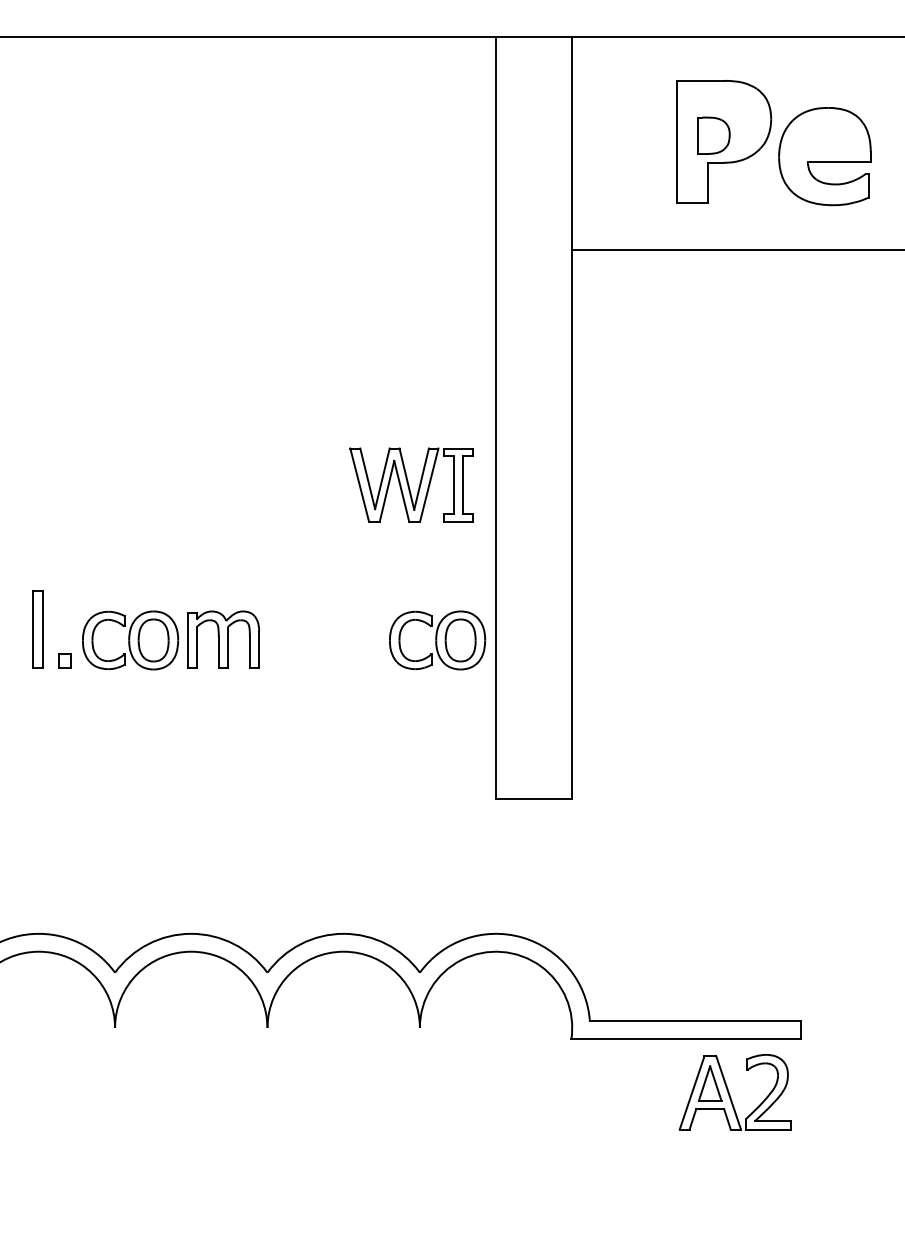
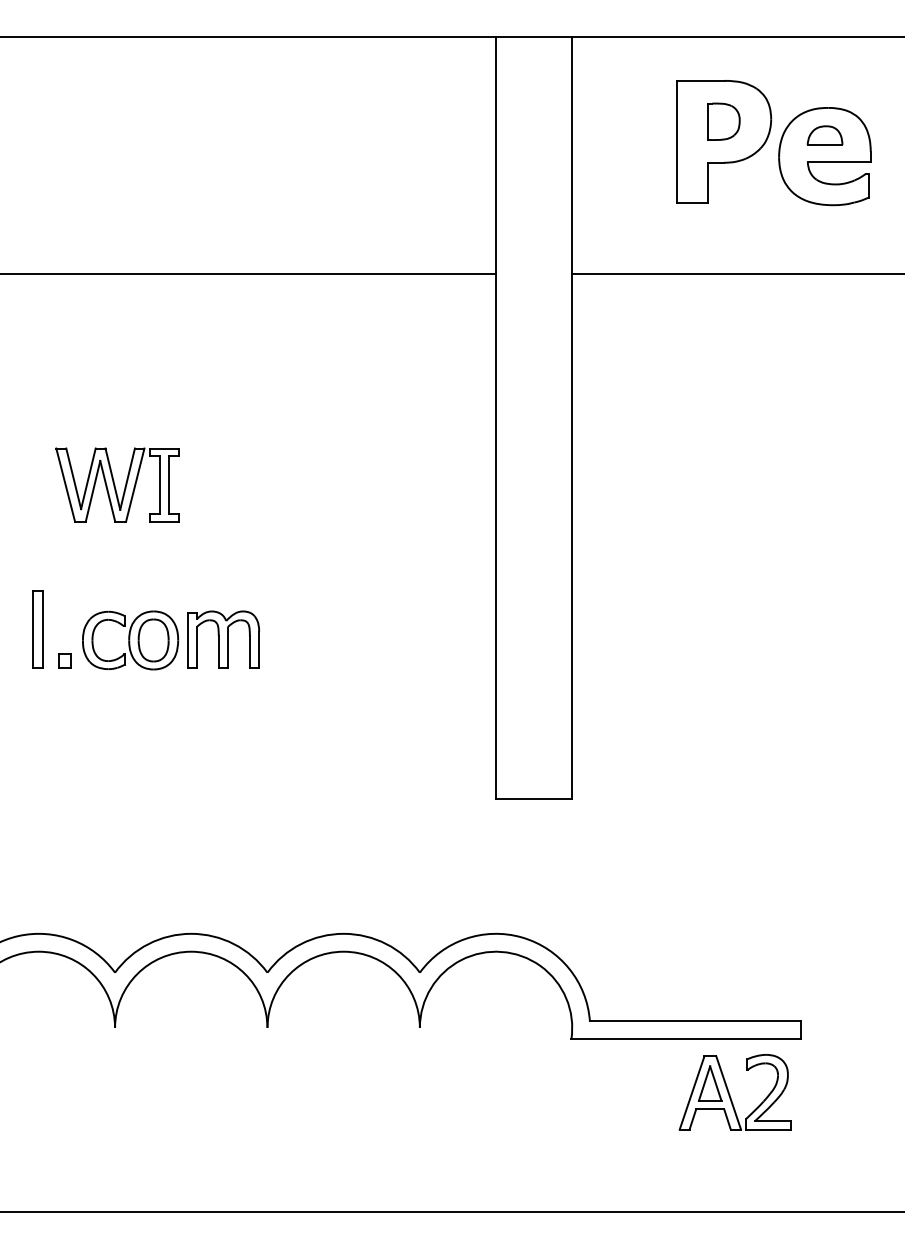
part at (713, 135) position: (713, 135) -> (723, 121)
part at (824, 135): none -> present
line at (736, 249) position: (736, 249) -> (736, 273)
line at (249, 273): none -> present
part at (411, 484) position: (411, 484) -> (117, 484)
part at (437, 640): present -> none
line at (451, 1212): none -> present
